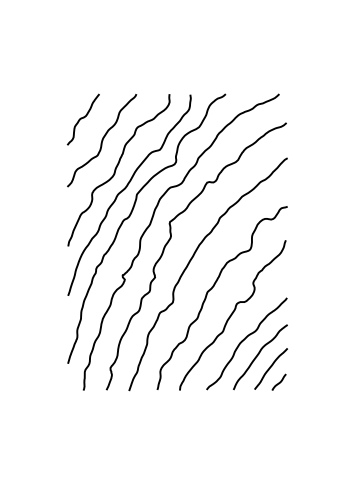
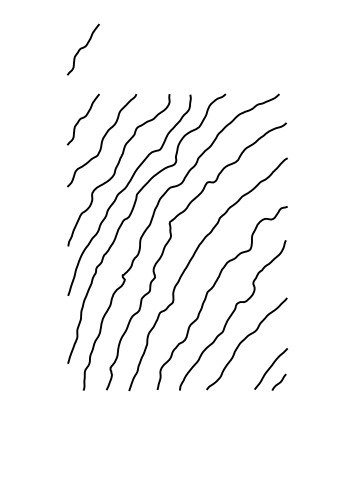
curve at (83, 48): none -> present
curve at (258, 355): present -> none
